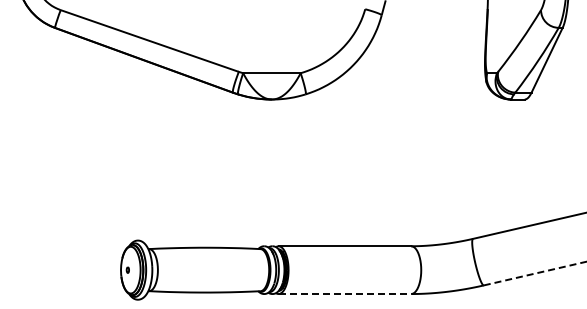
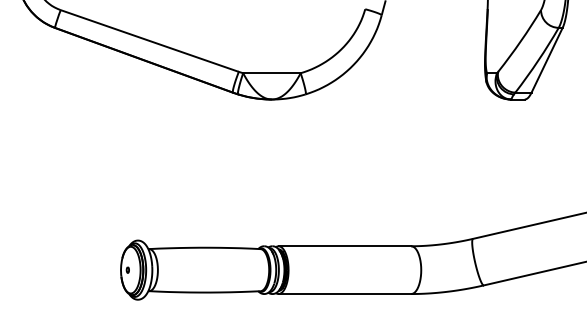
line at (535, 273): dashed -> solid
line at (345, 294): dashed -> solid
